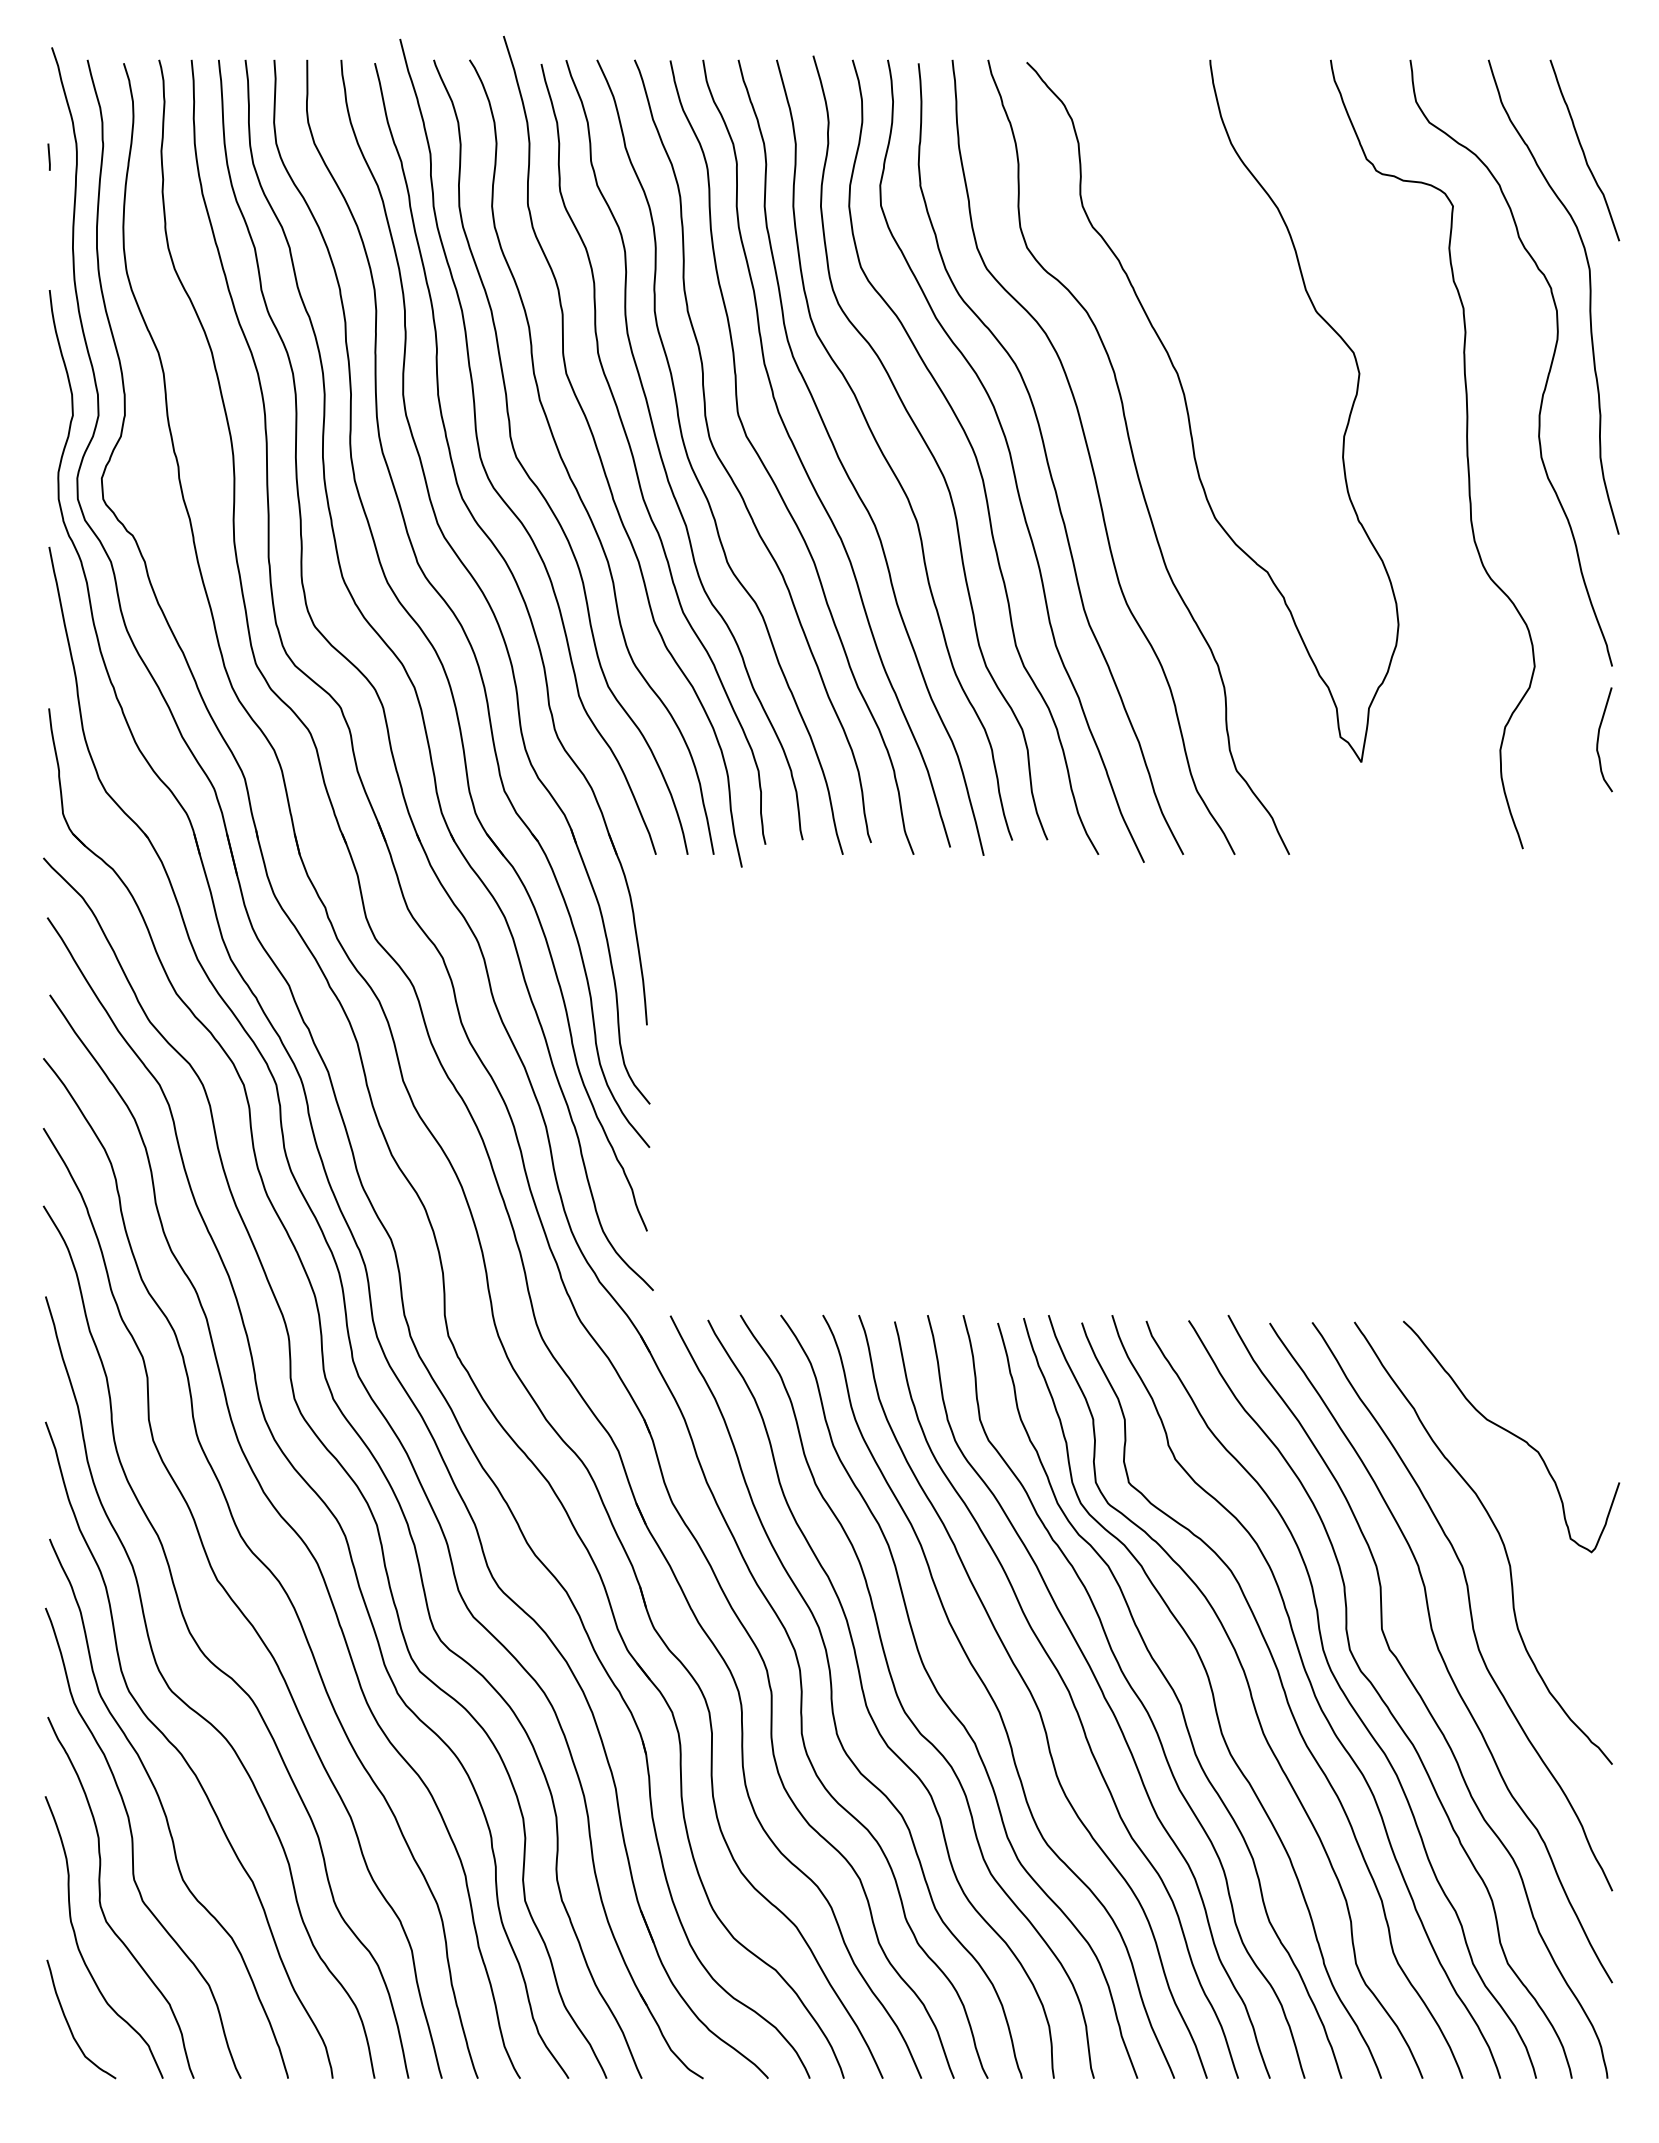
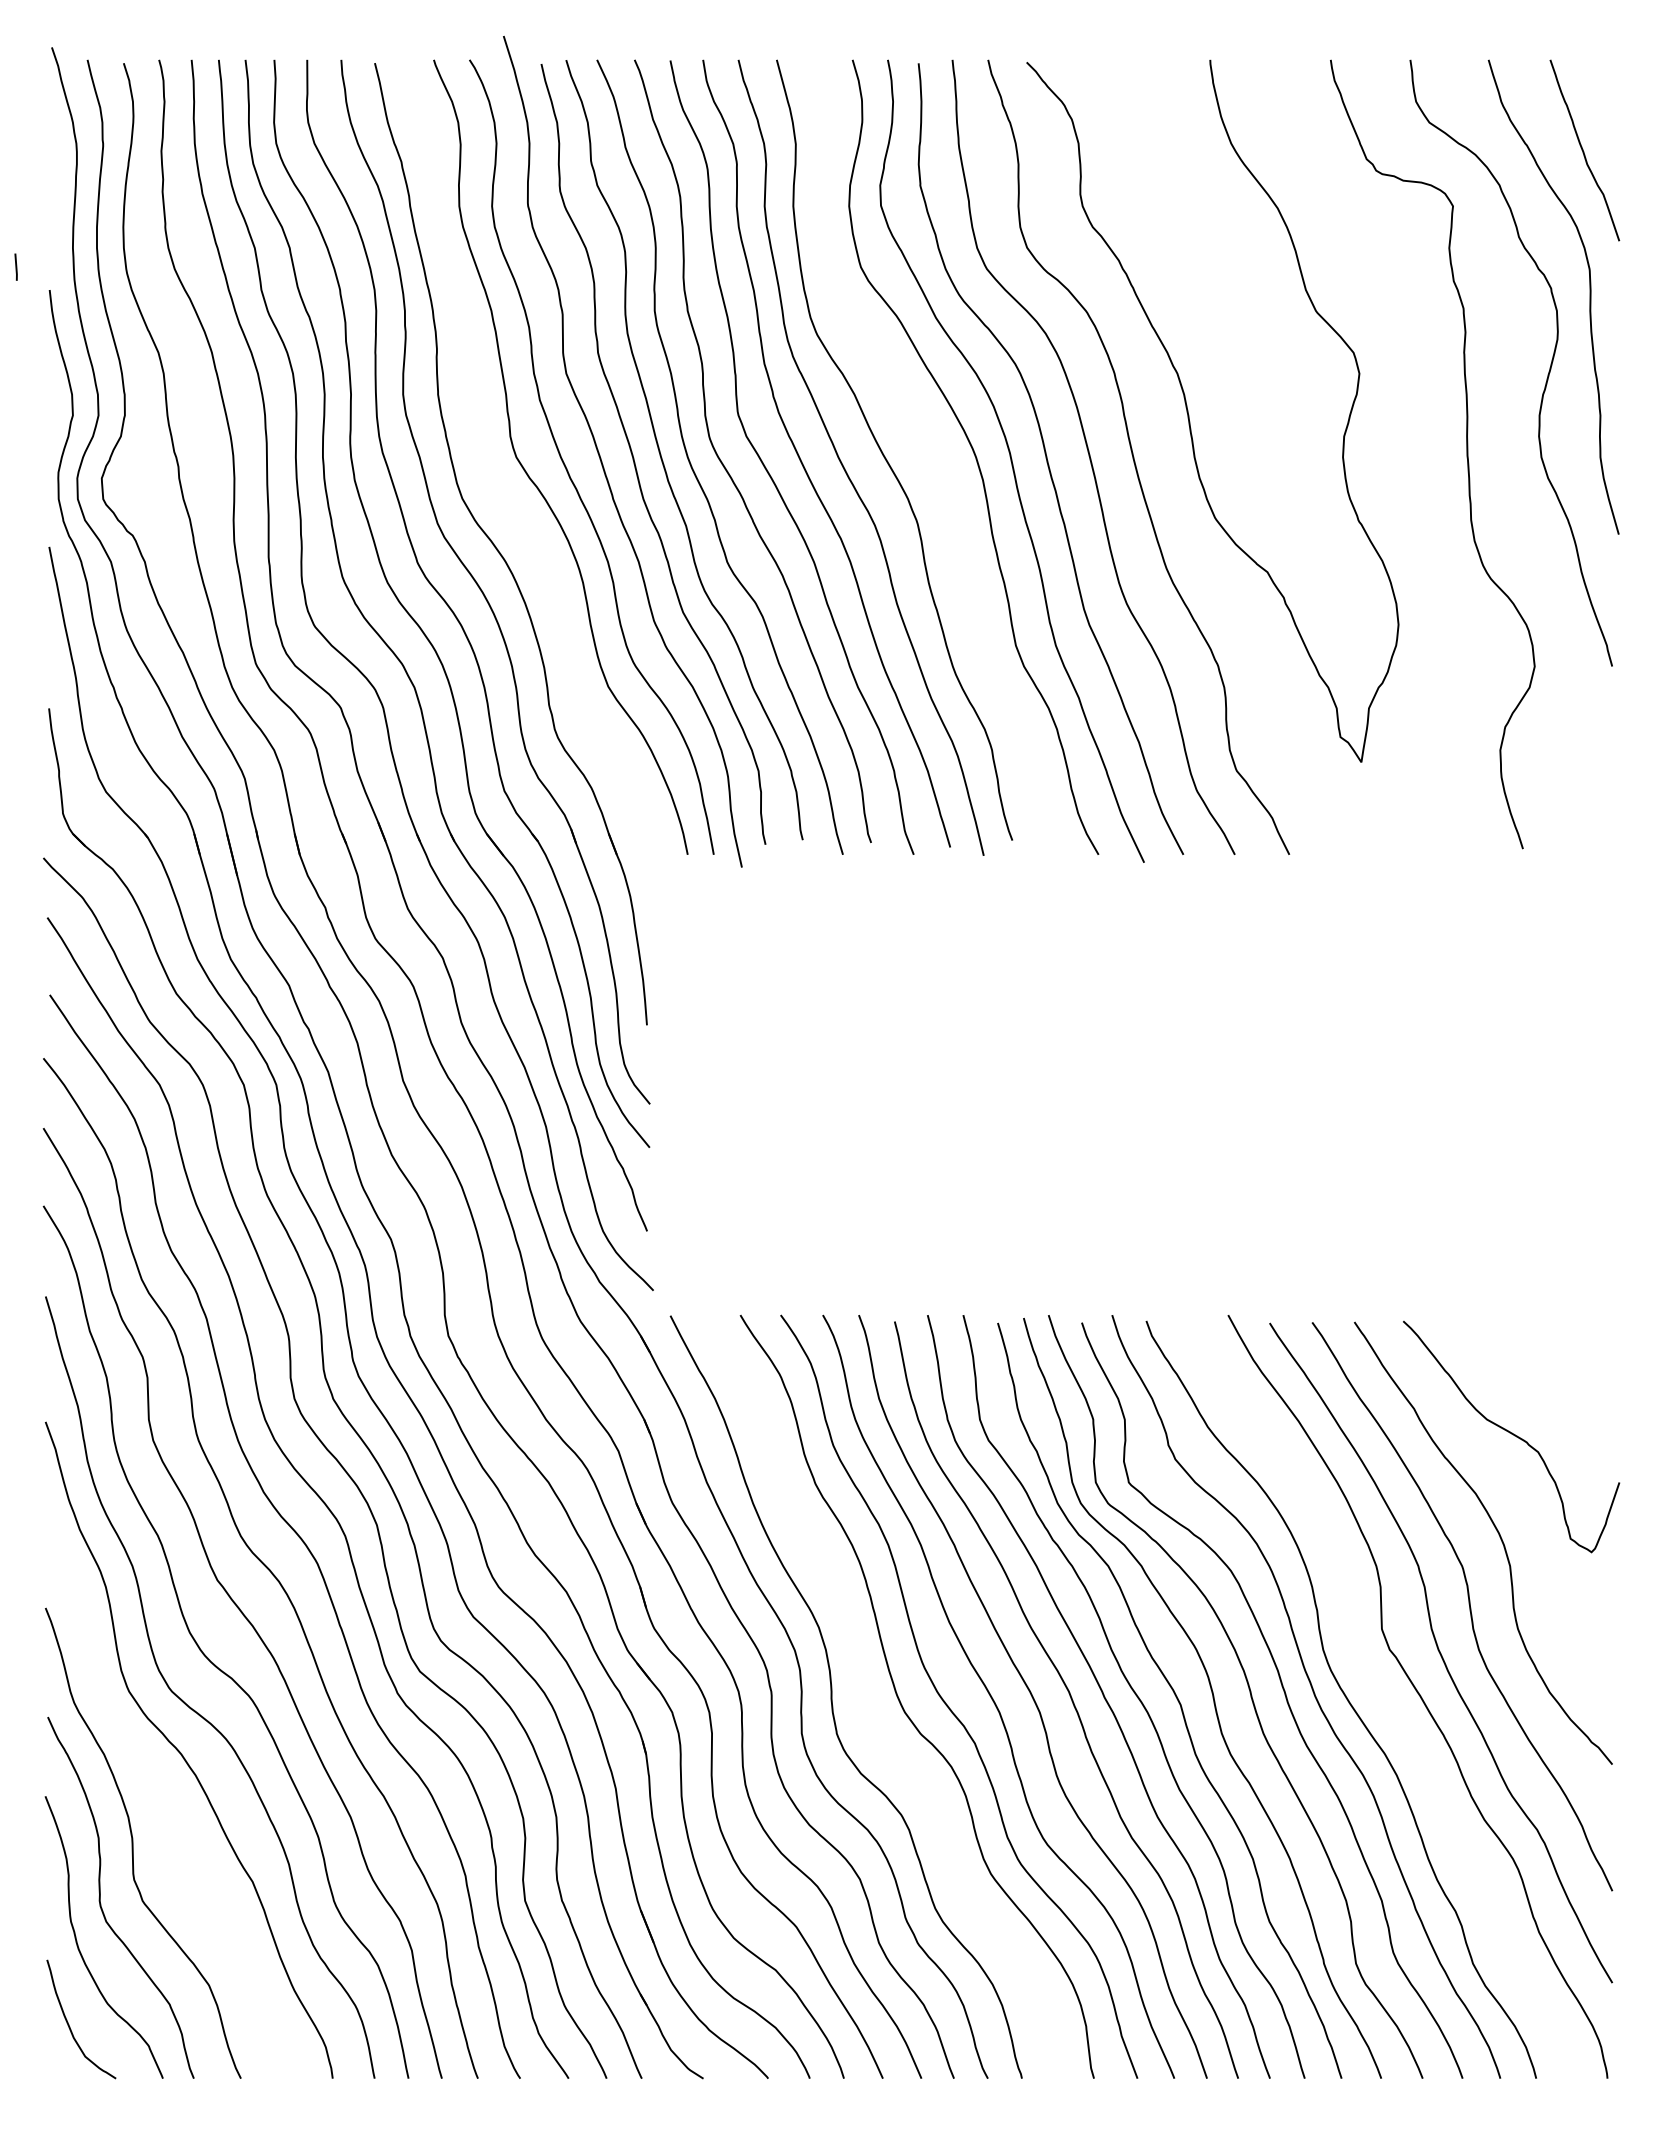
line at (48, 156) position: (48, 156) -> (15, 266)
curve at (929, 447): present -> none
curve at (484, 465): present -> none
curve at (1599, 737): present -> none
curve at (1380, 1699): present -> none
curve at (866, 1701): present -> none
curve at (164, 1809): present -> none
